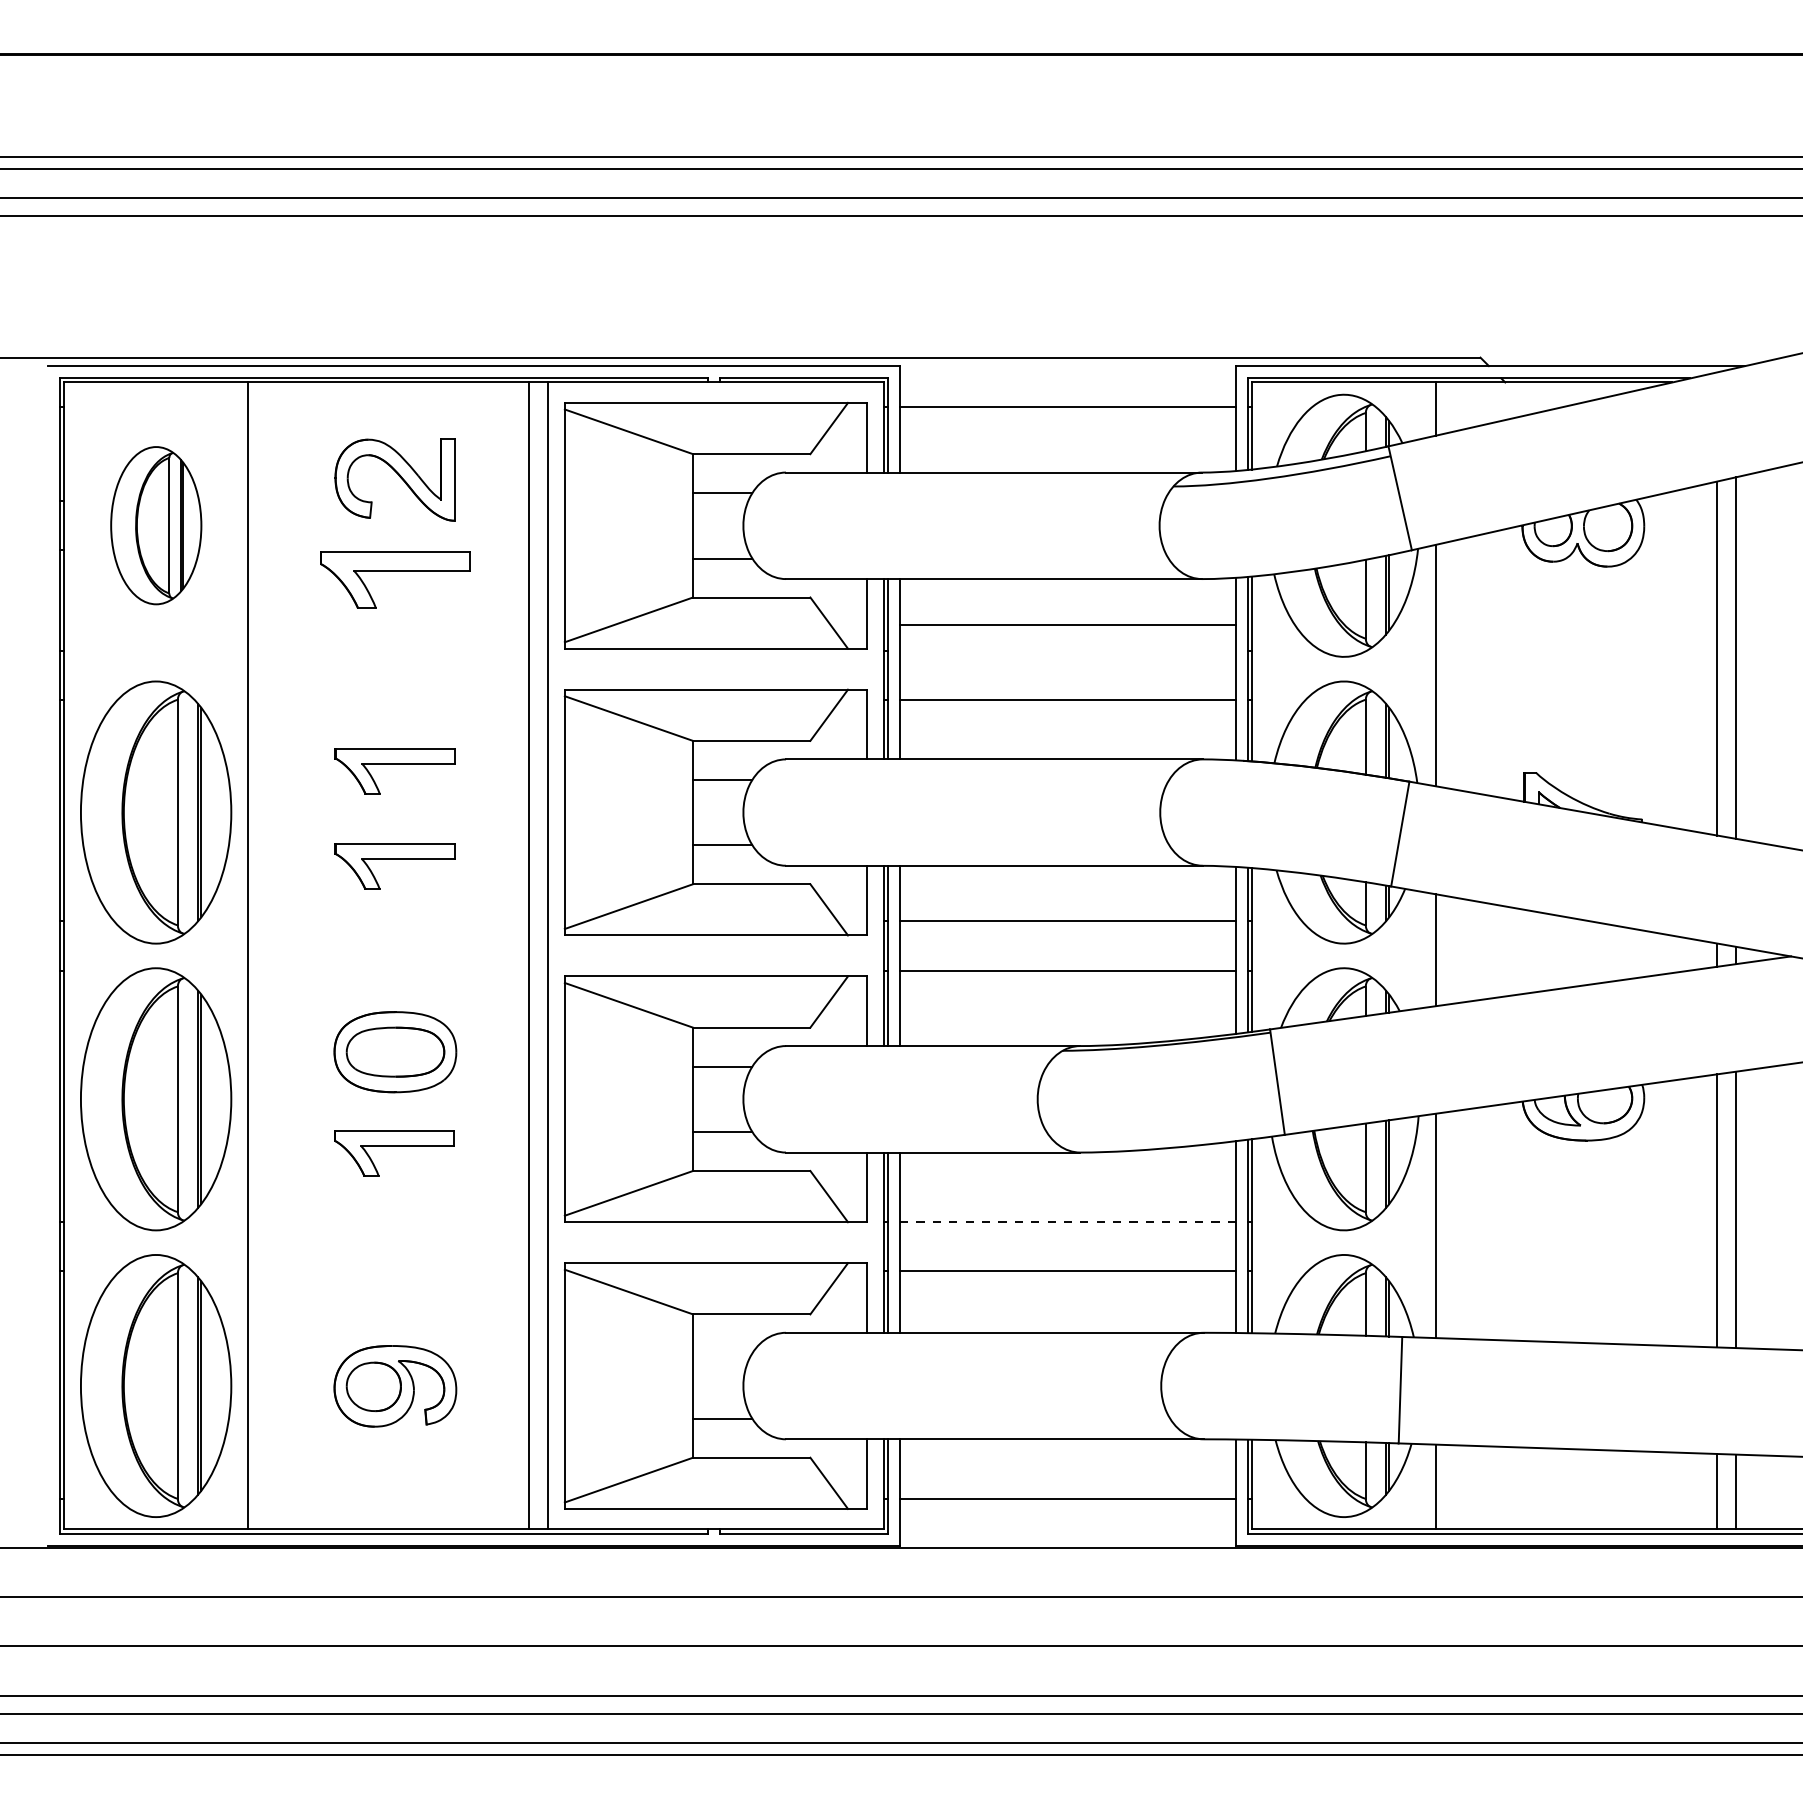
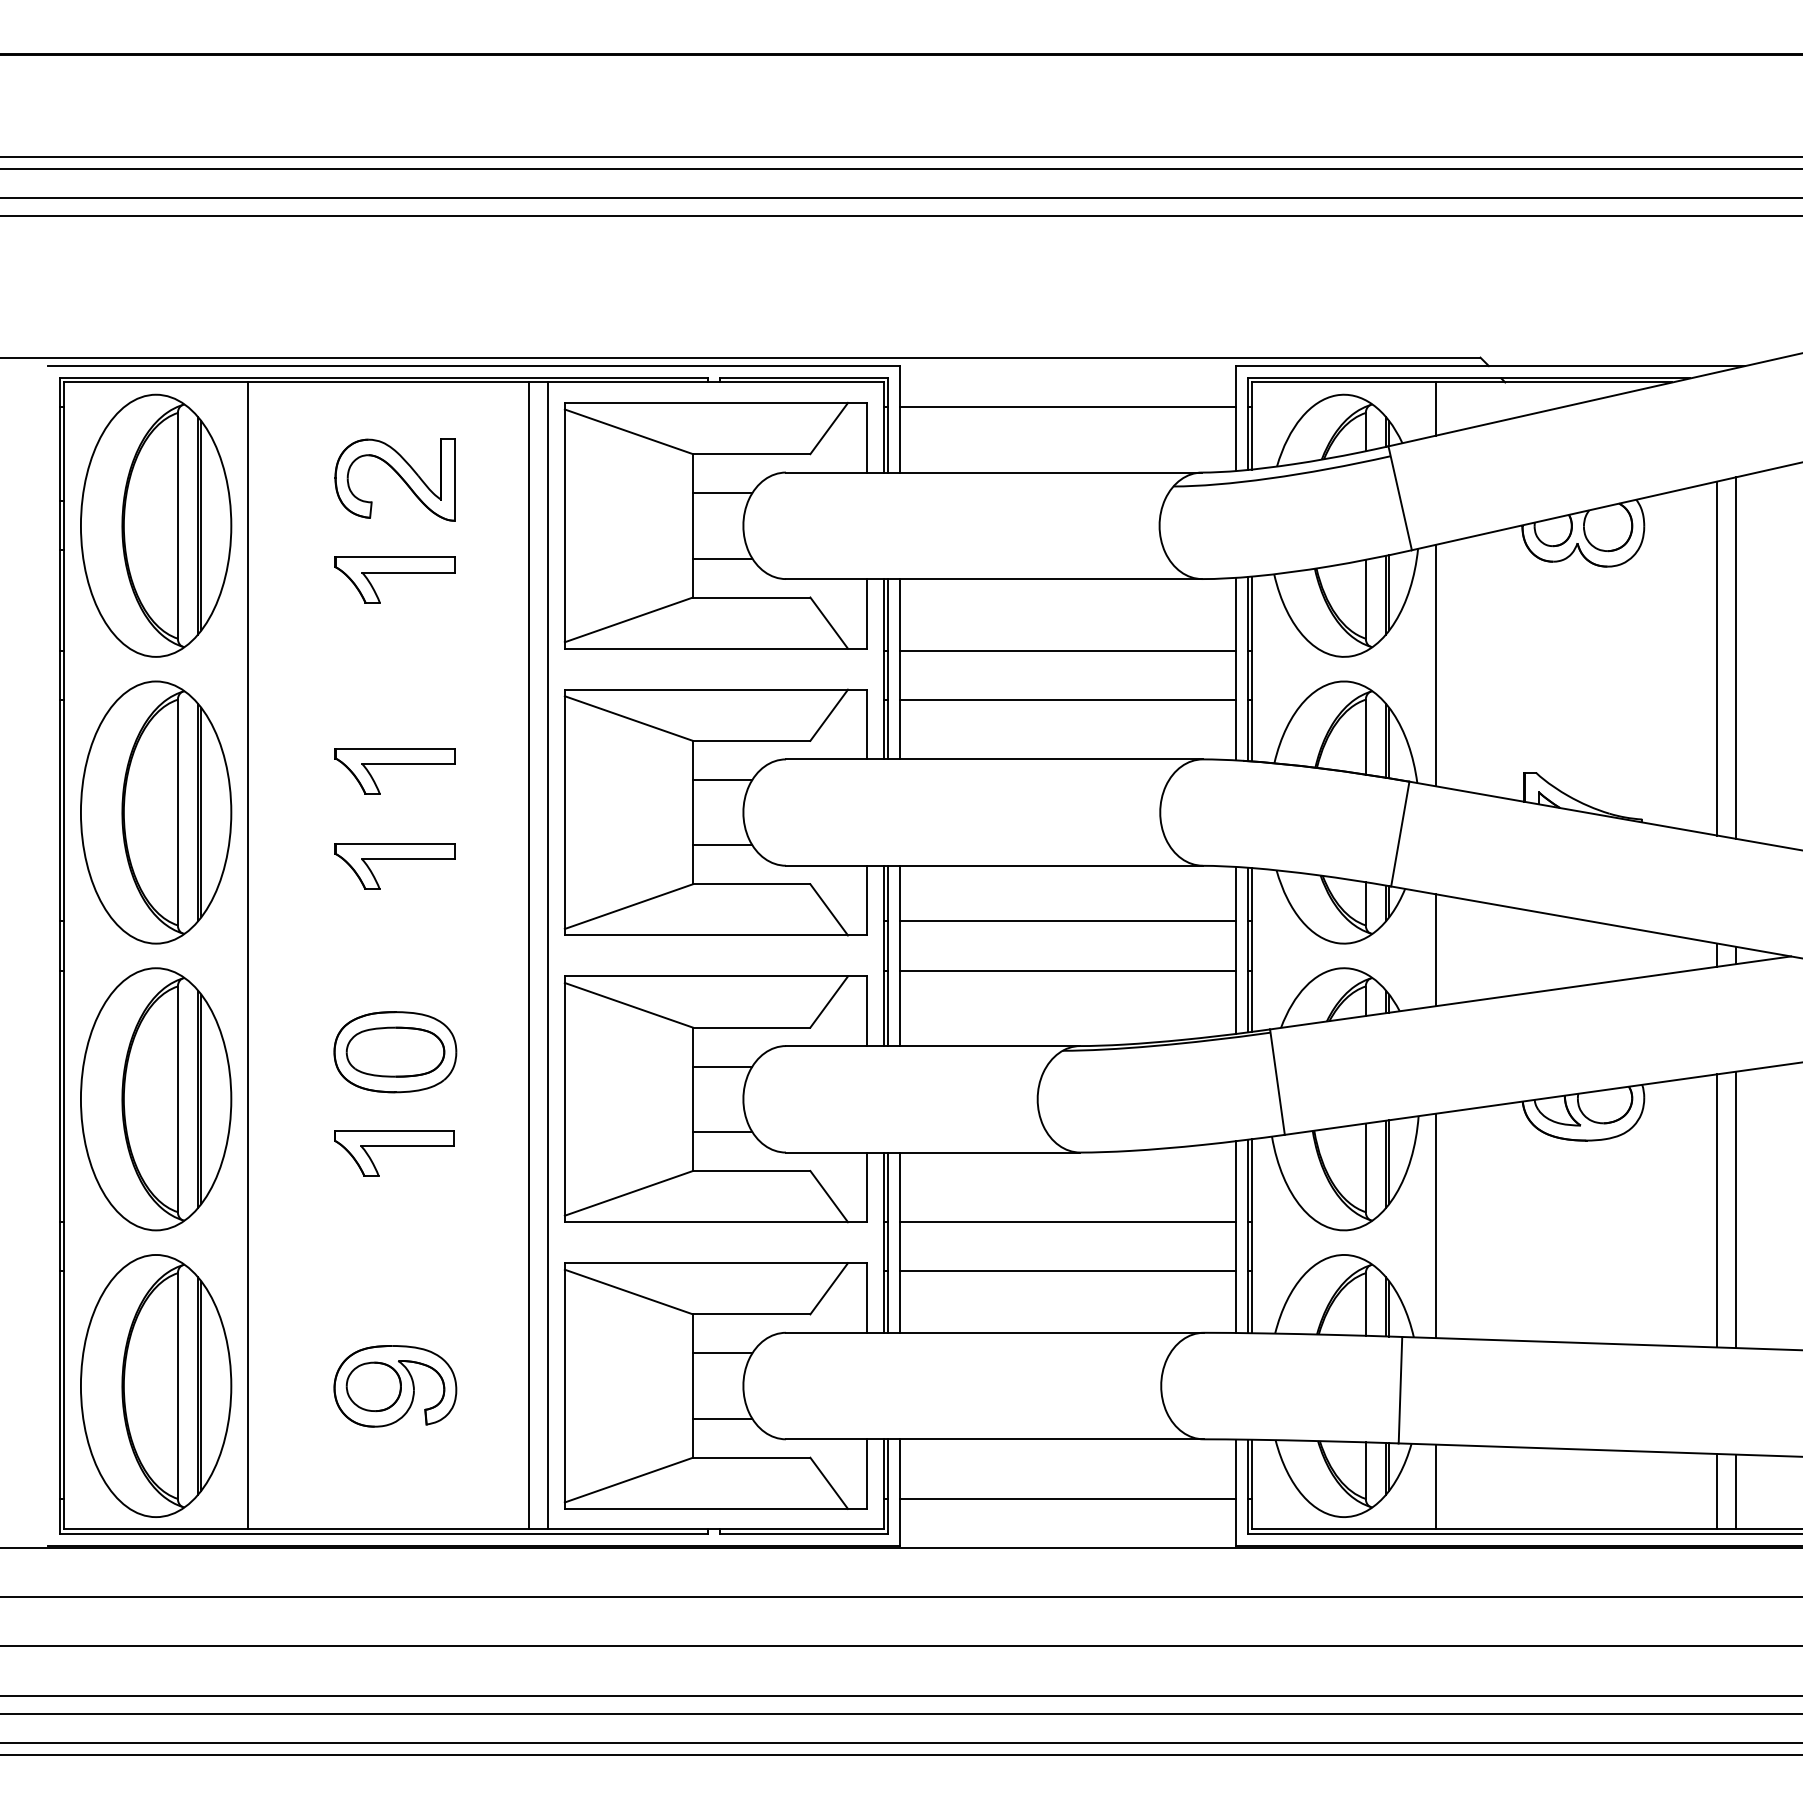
part at (156, 525) size: 93x160 px -> 153x265 px
part at (395, 579) size: 151x58 px -> 122x48 px
line at (1067, 624) position: (1067, 624) -> (1067, 650)
line at (1067, 1222): dashed -> solid
line at (722, 1353): none -> present
